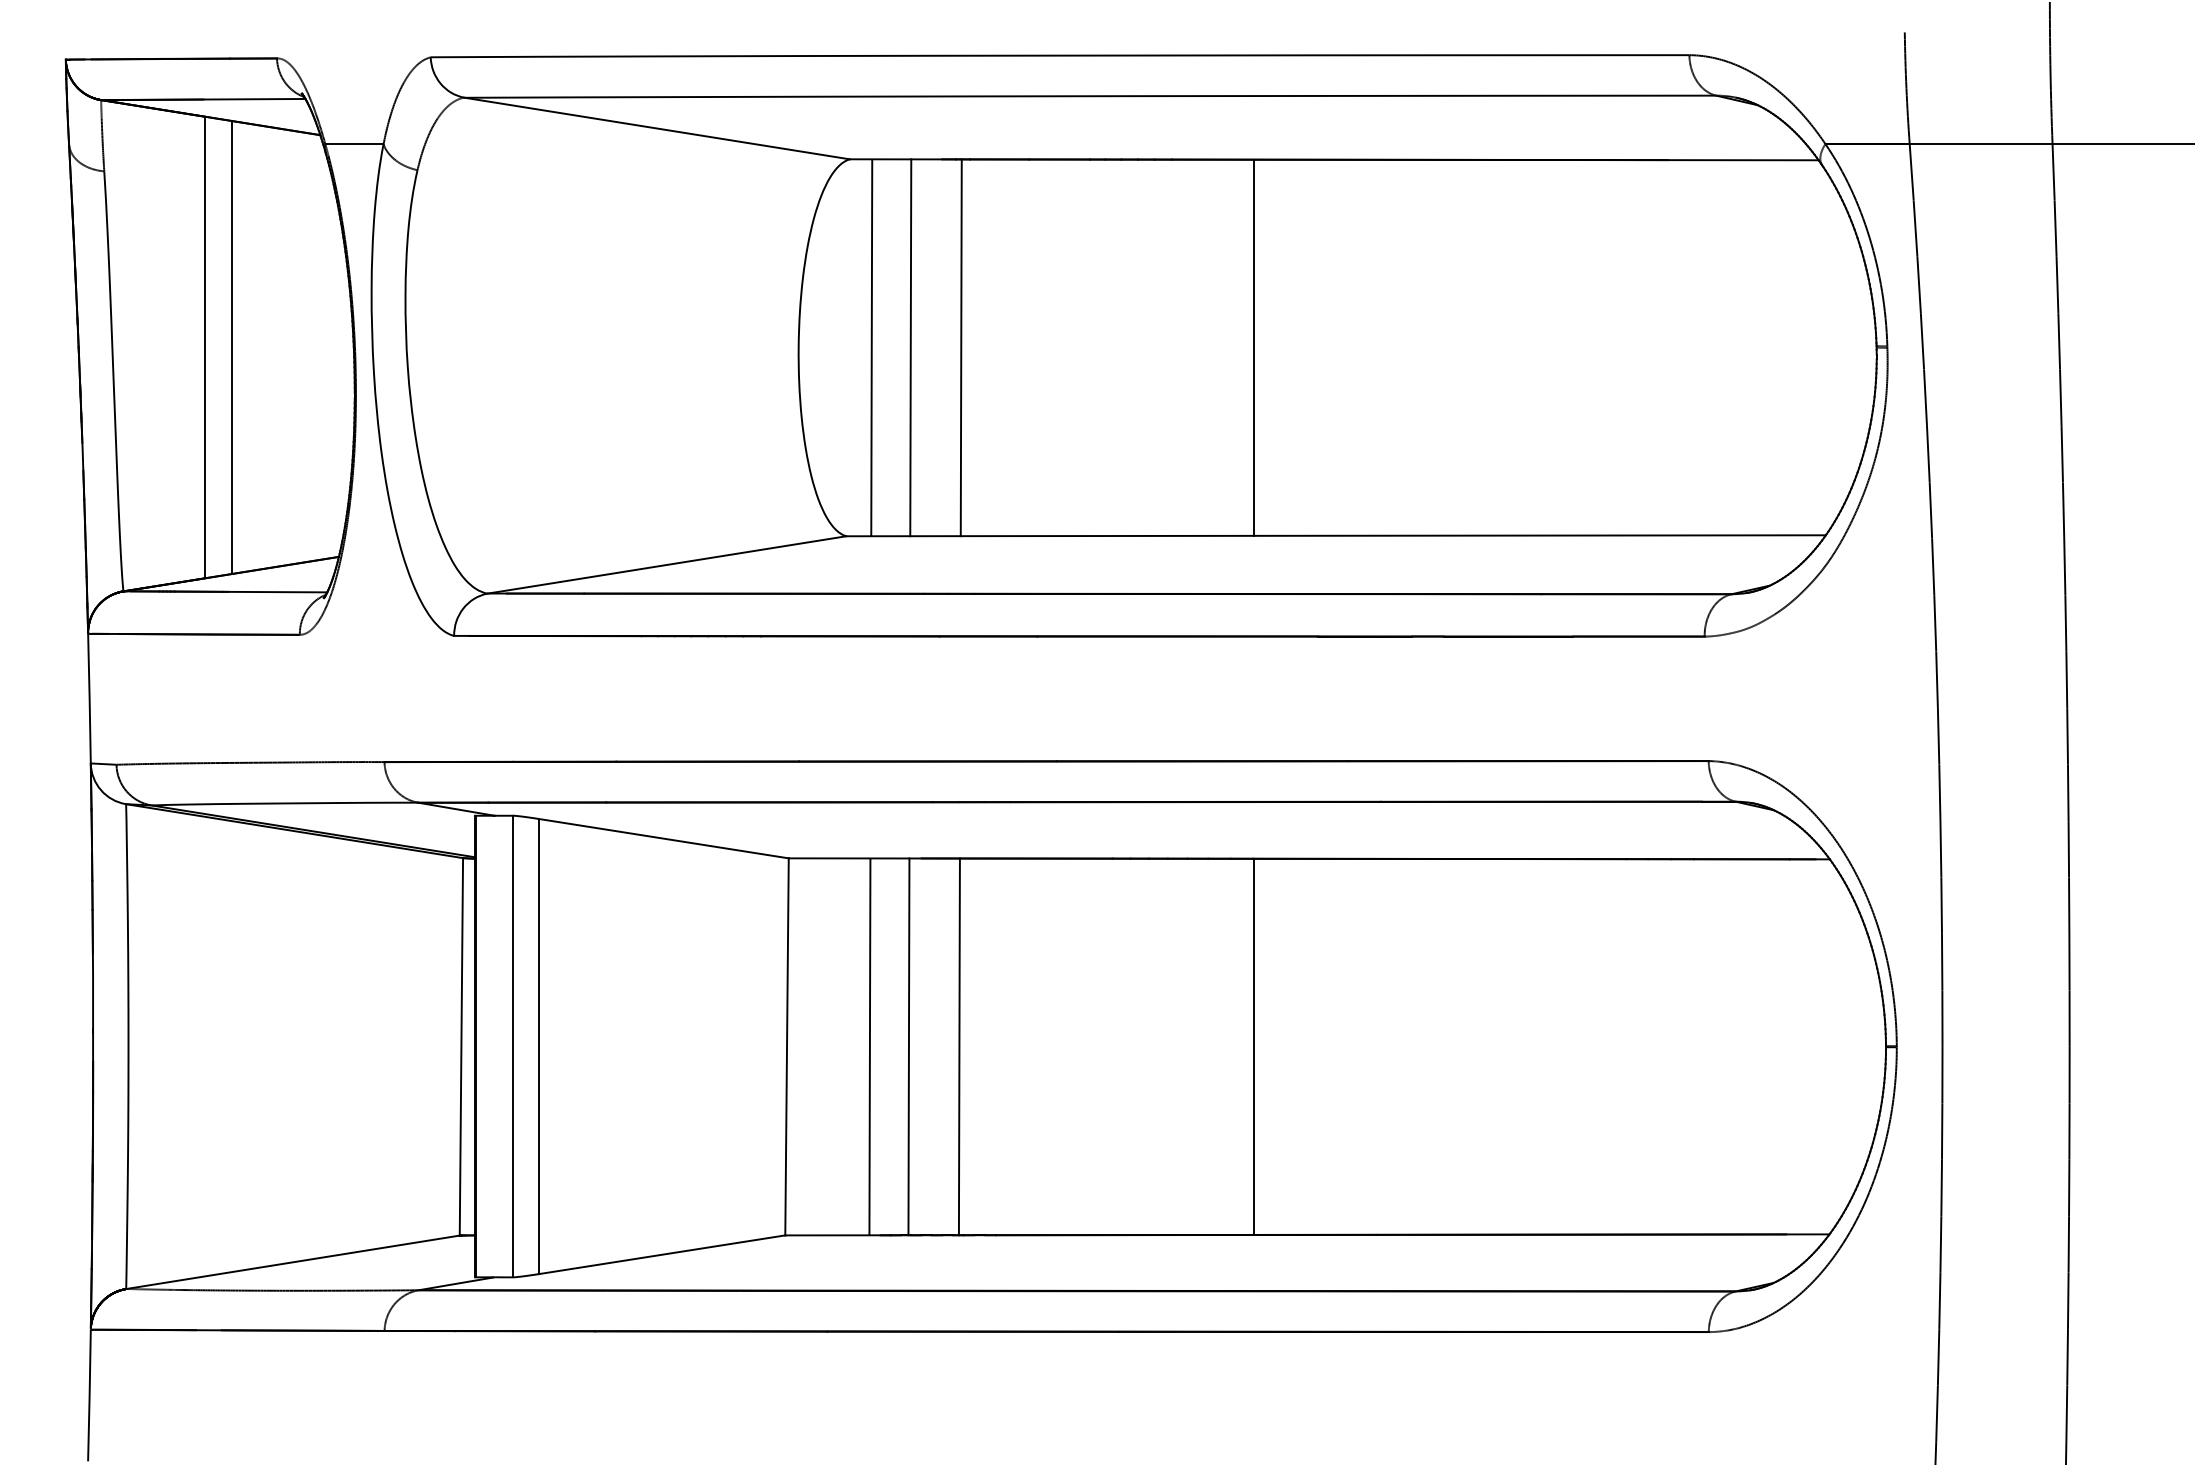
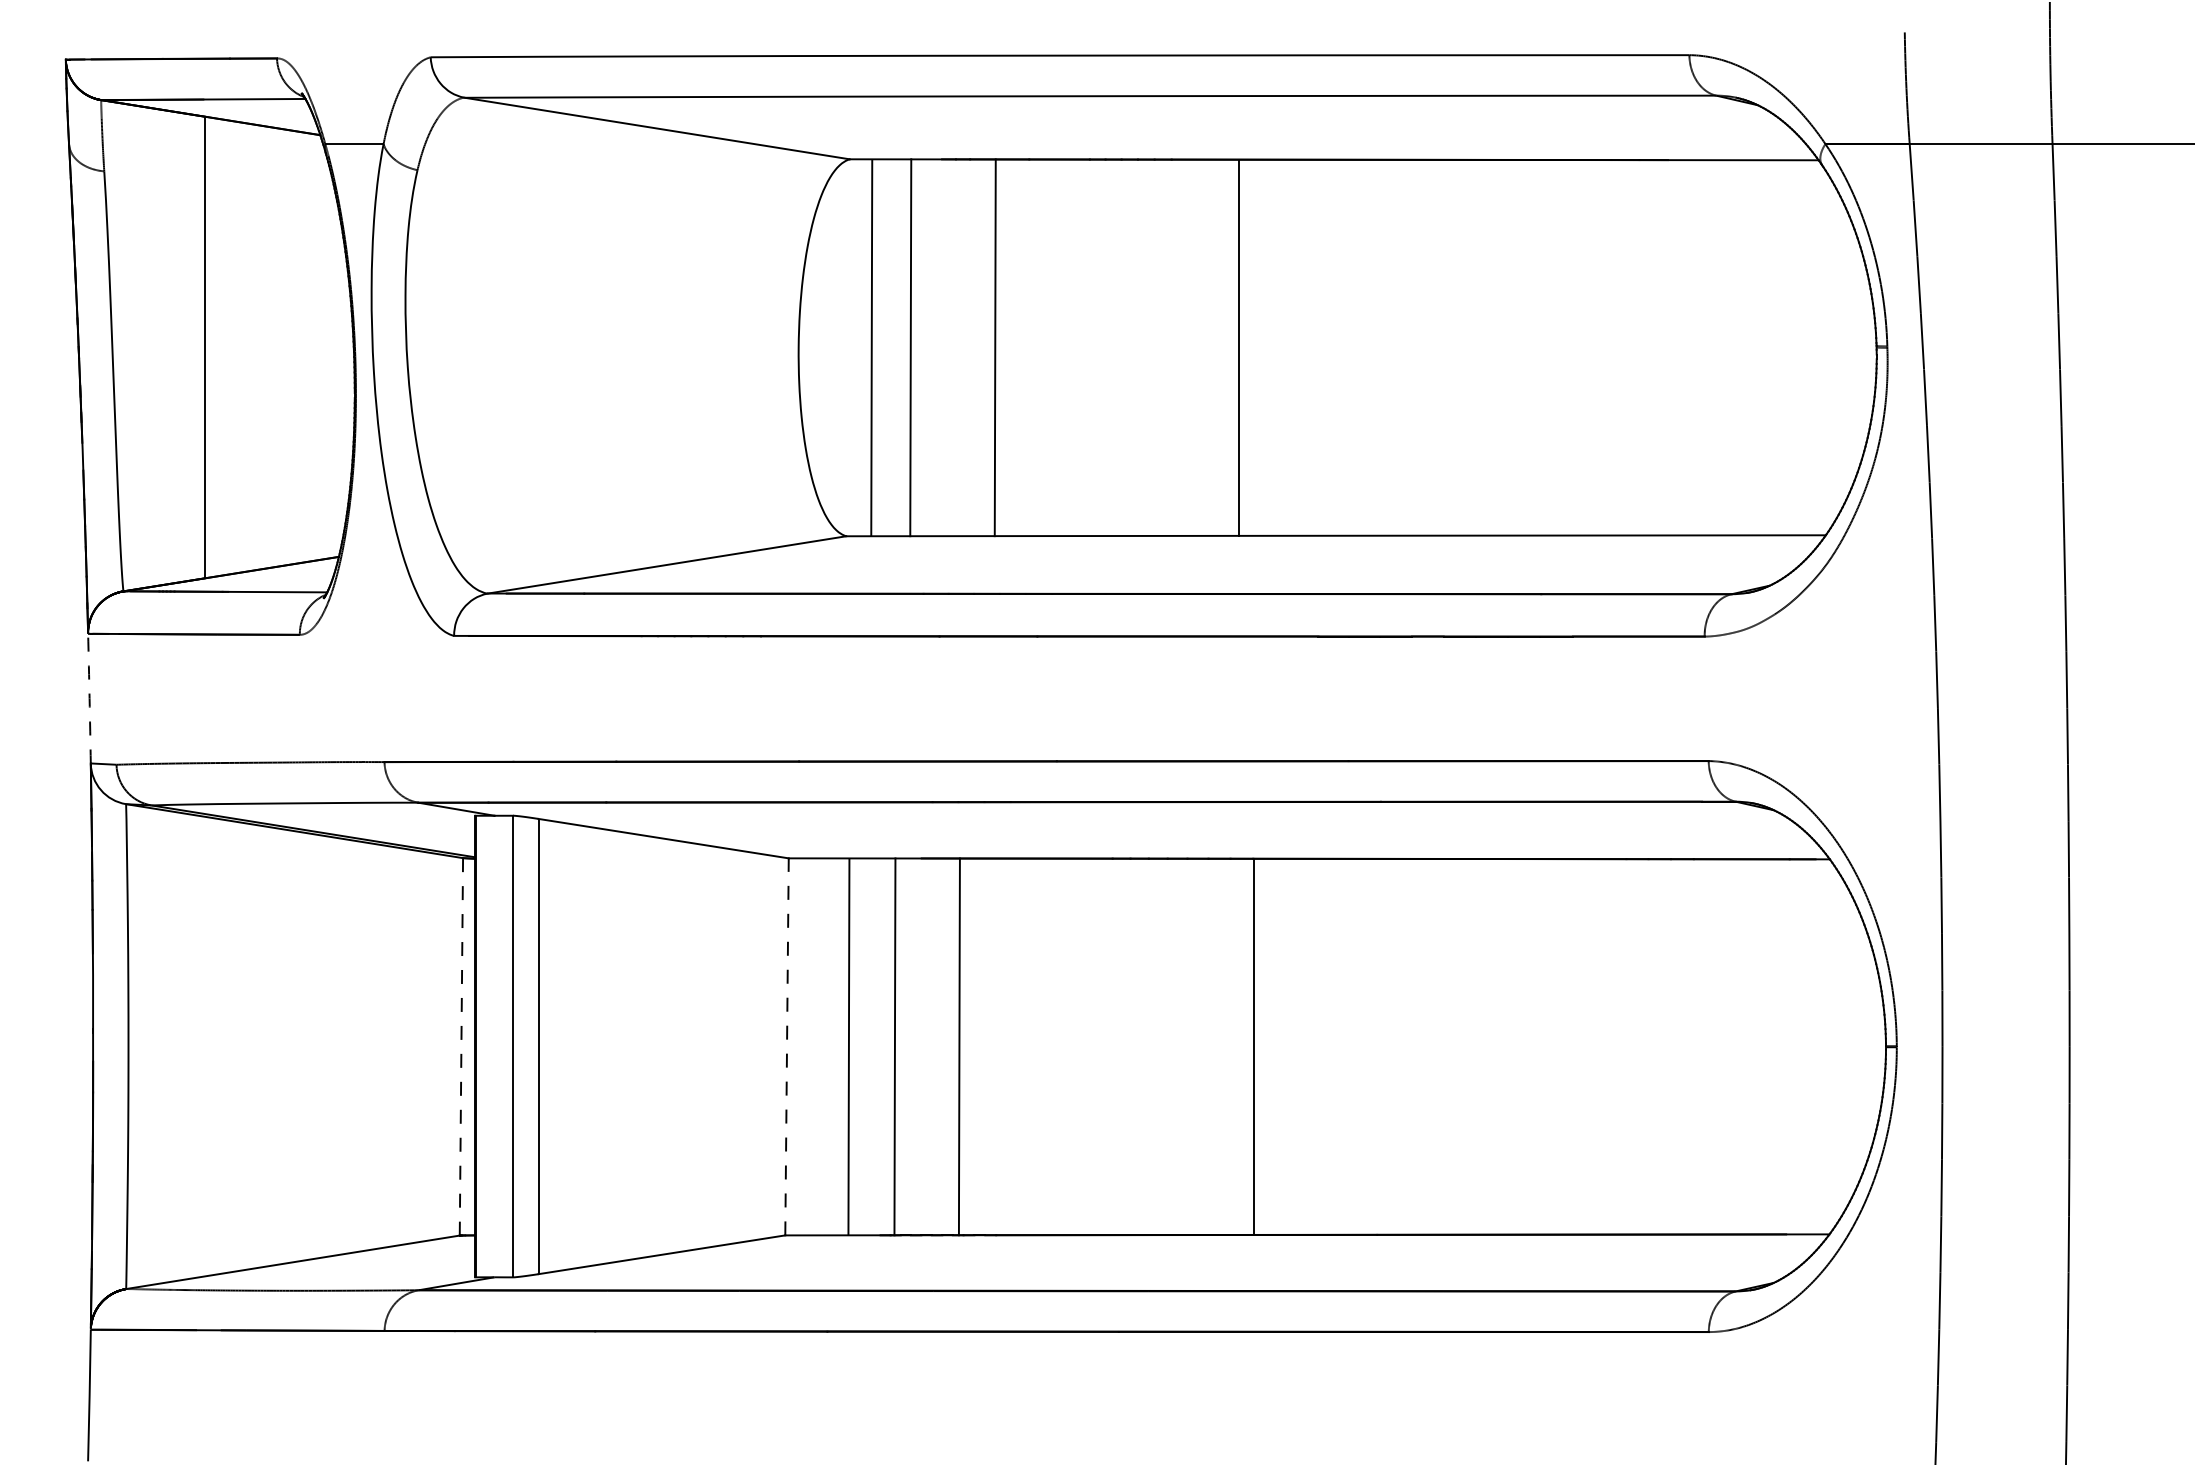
line at (231, 347): present -> none
line at (960, 347) position: (960, 347) -> (994, 347)
line at (1254, 347) position: (1254, 347) -> (1239, 347)
arc at (89, 698): solid -> dashed
line at (461, 1046): solid -> dashed
line at (787, 1046): solid -> dashed
line at (869, 1046) position: (869, 1046) -> (848, 1046)
line at (908, 1046) position: (908, 1046) -> (894, 1046)
